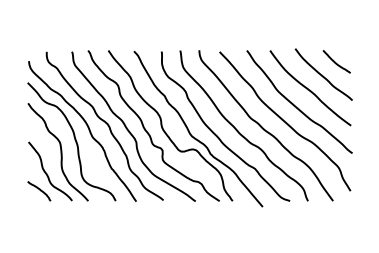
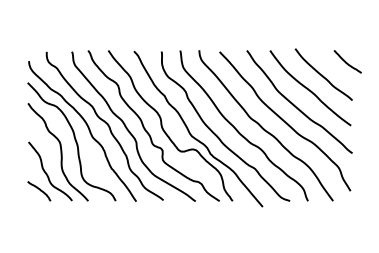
curve at (335, 61) position: (335, 61) -> (346, 61)
